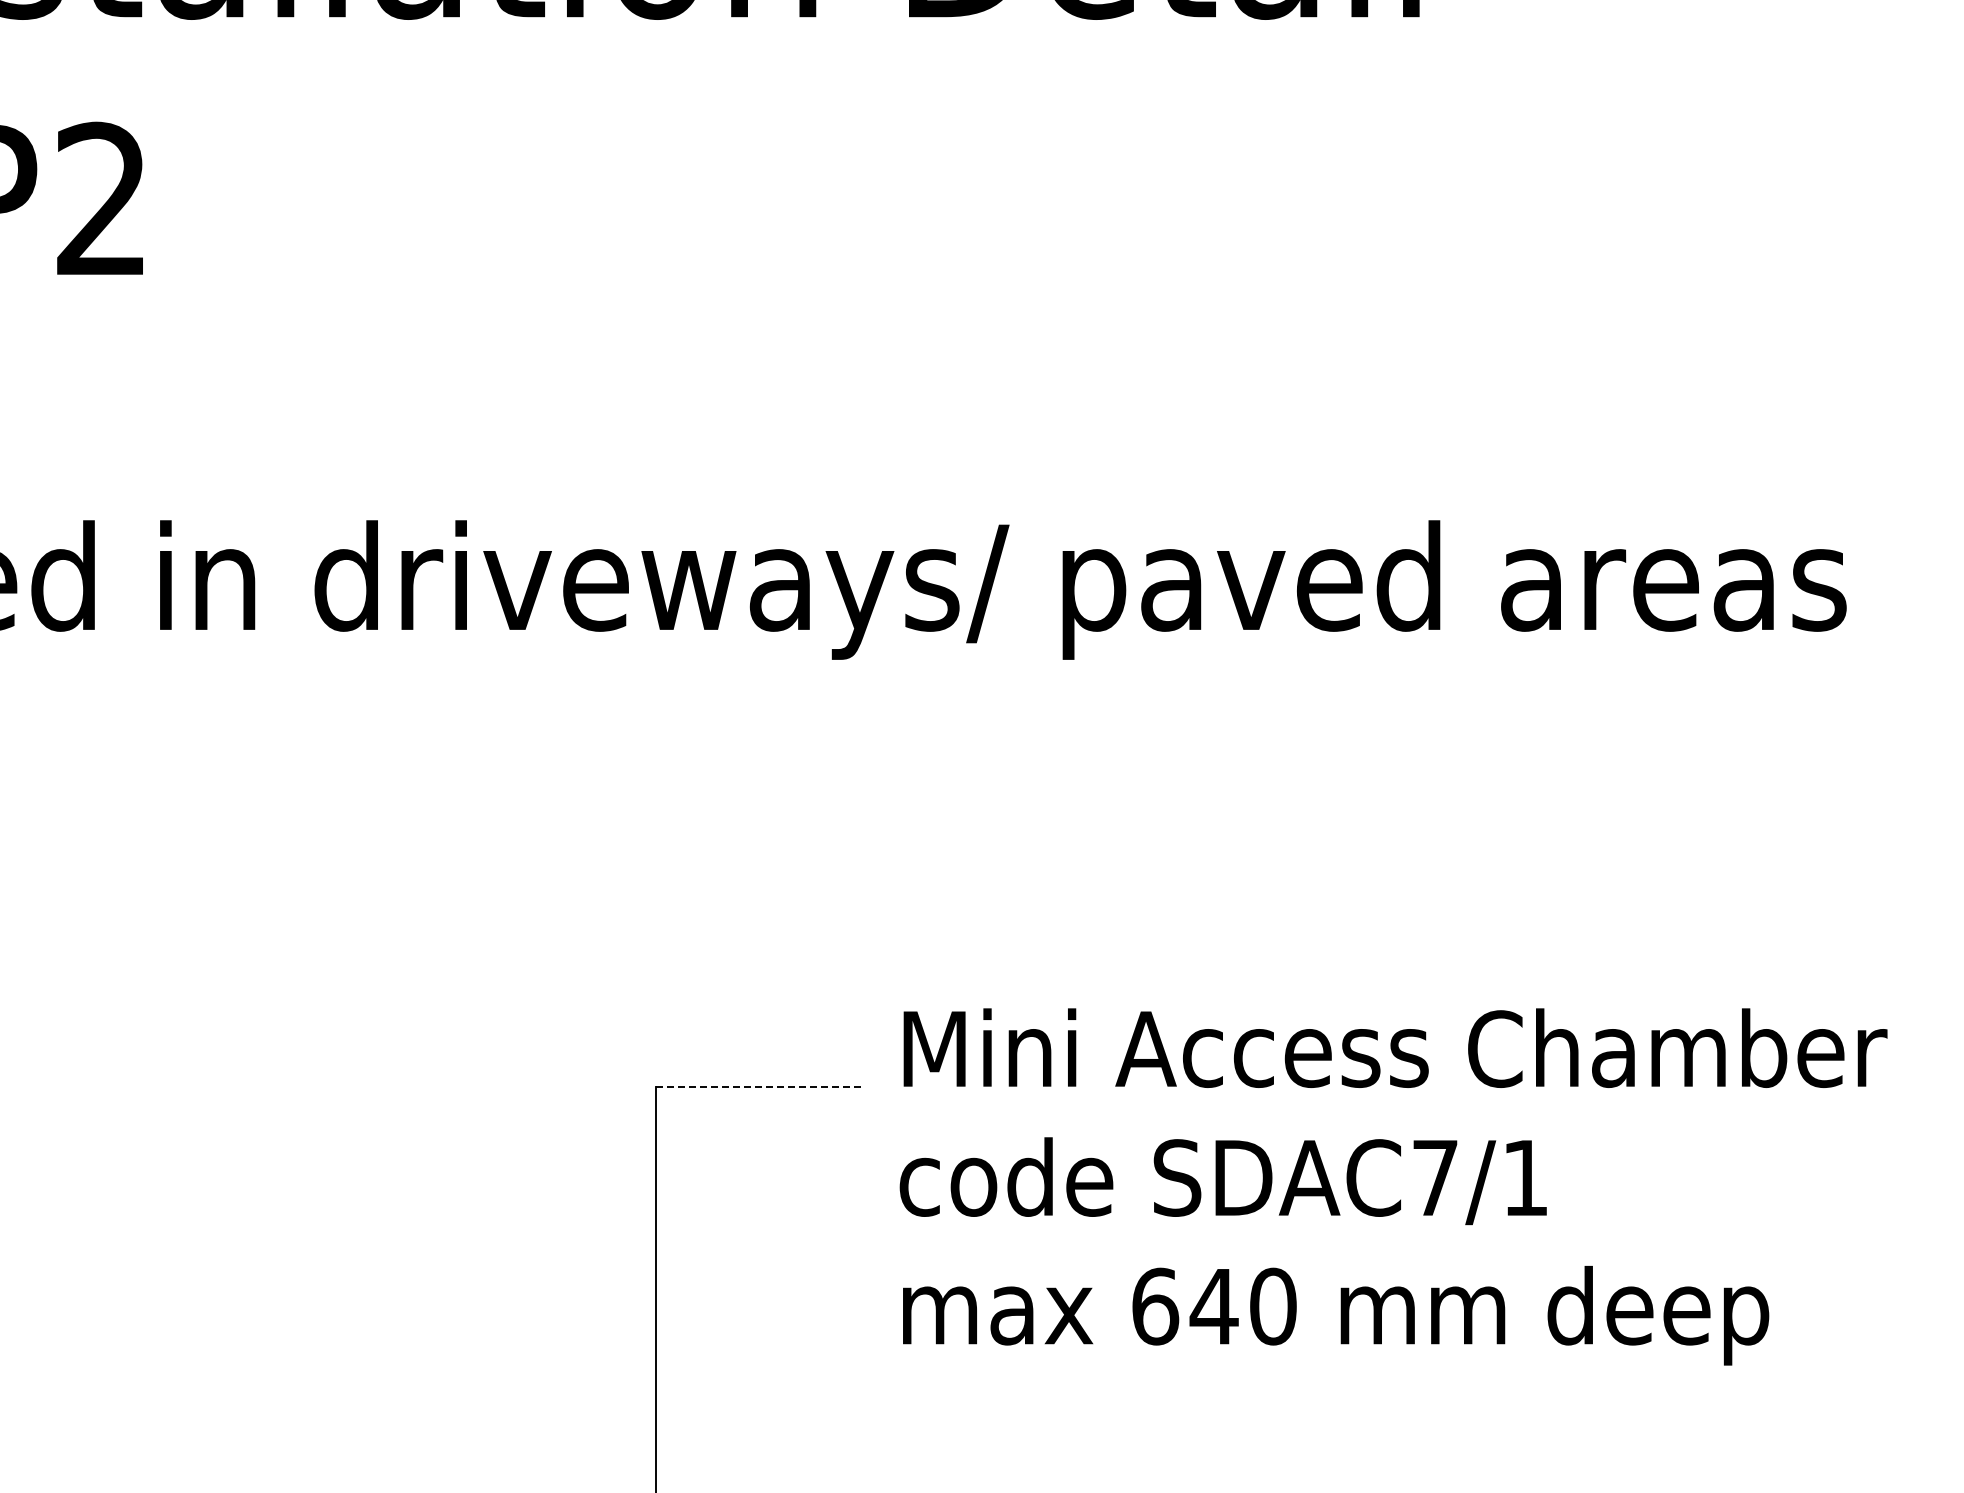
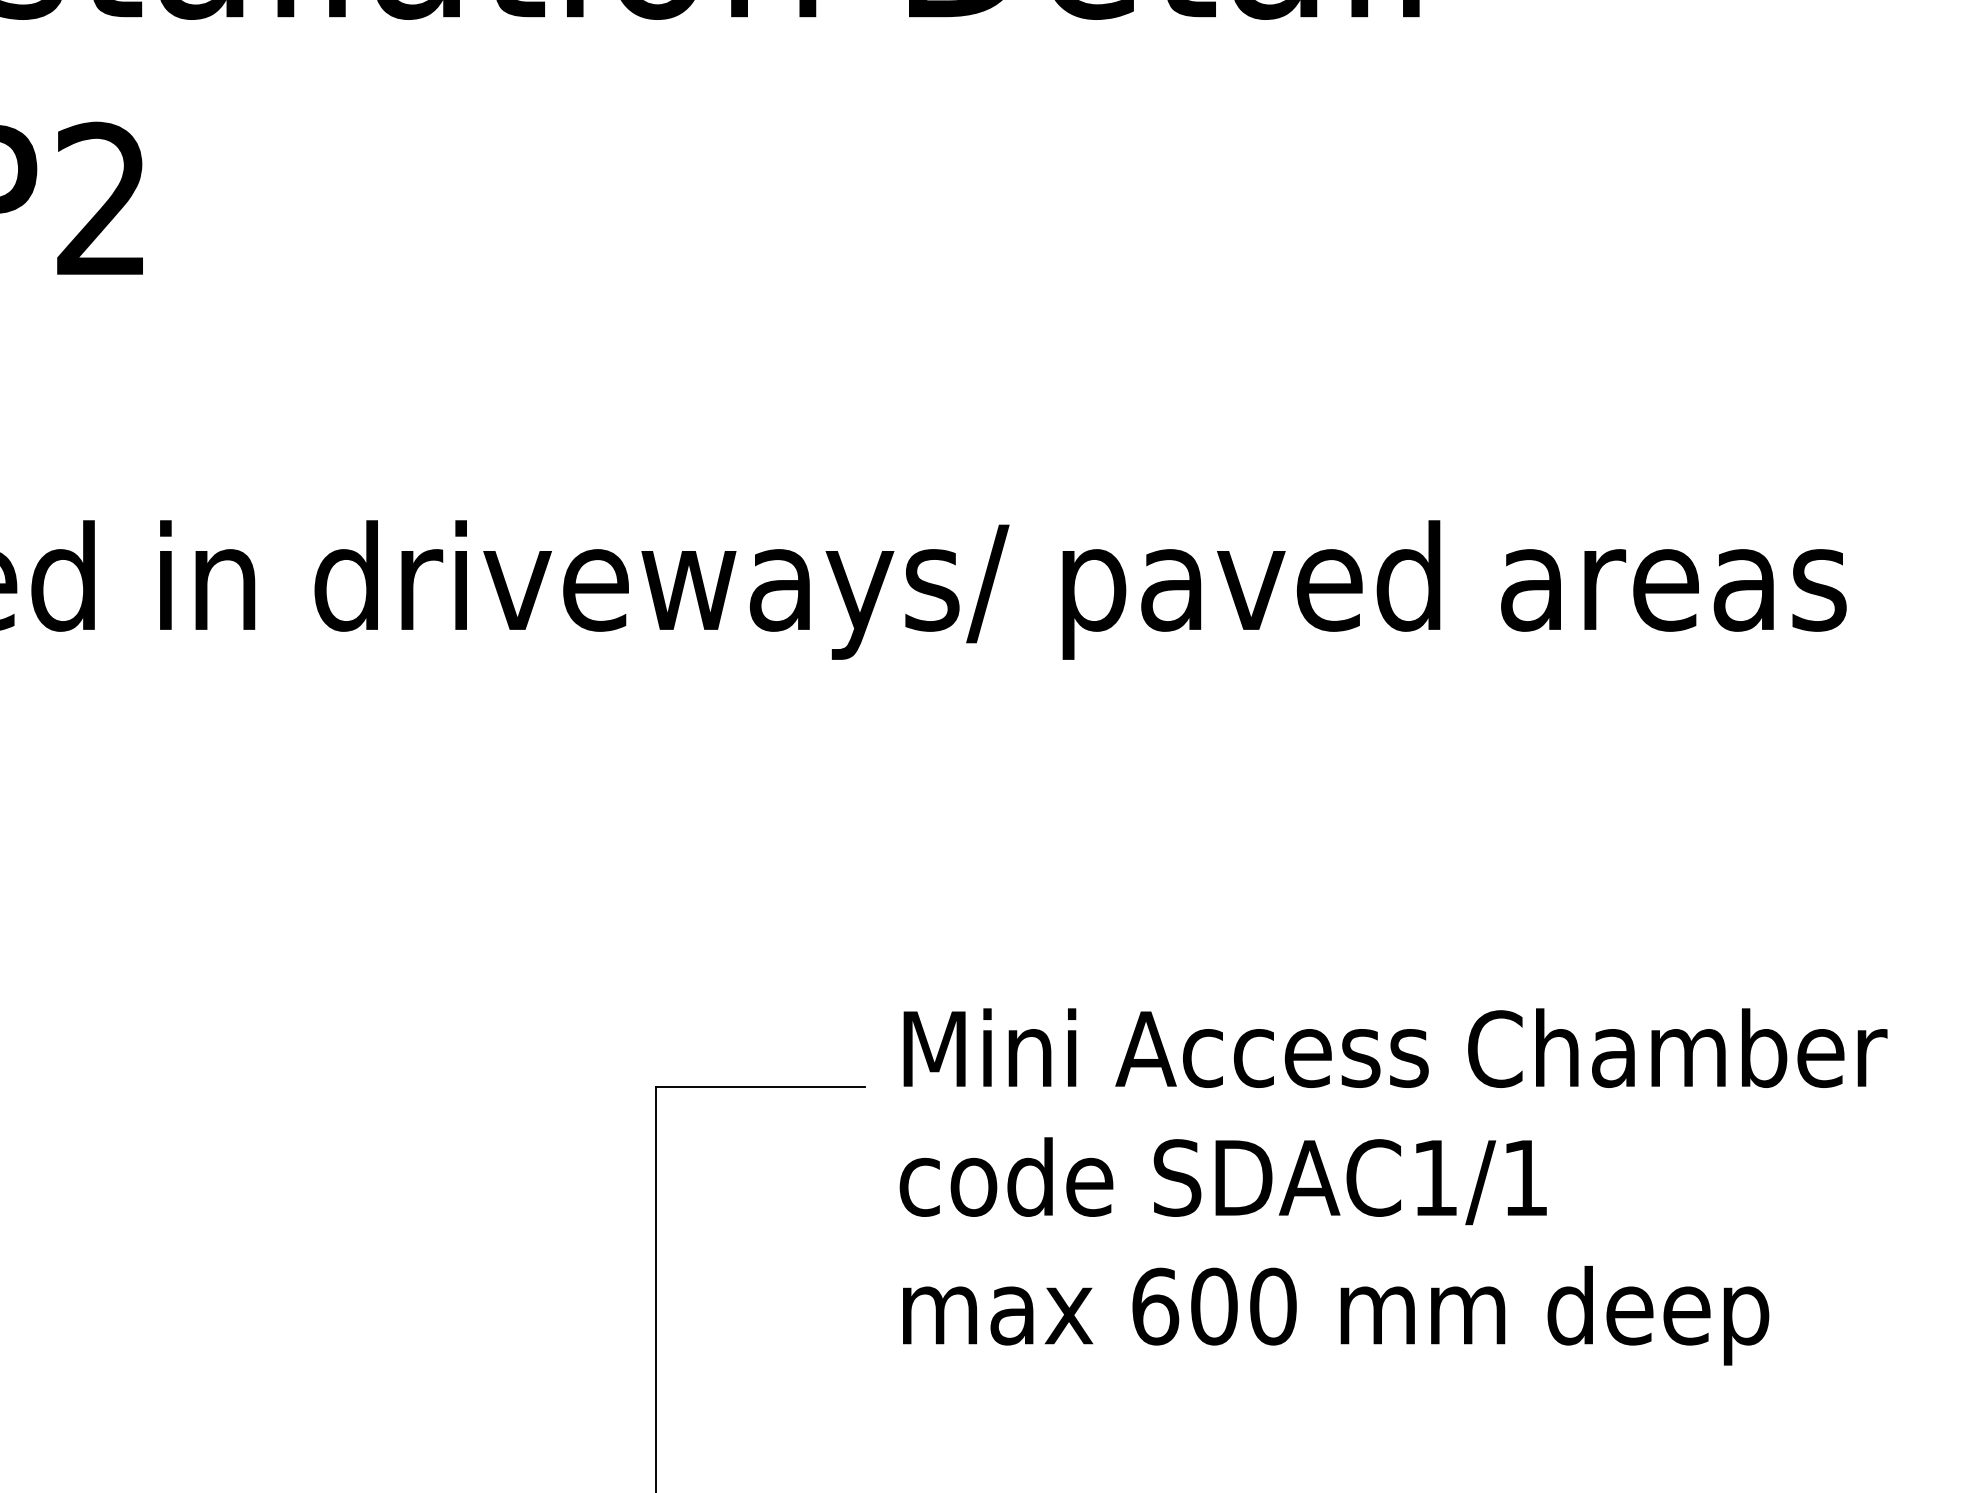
line at (760, 1086): dashed -> solid
text at (1435, 1177): SDAC7/1 -> SDAC1/1
text at (1213, 1306): 640 -> 600
